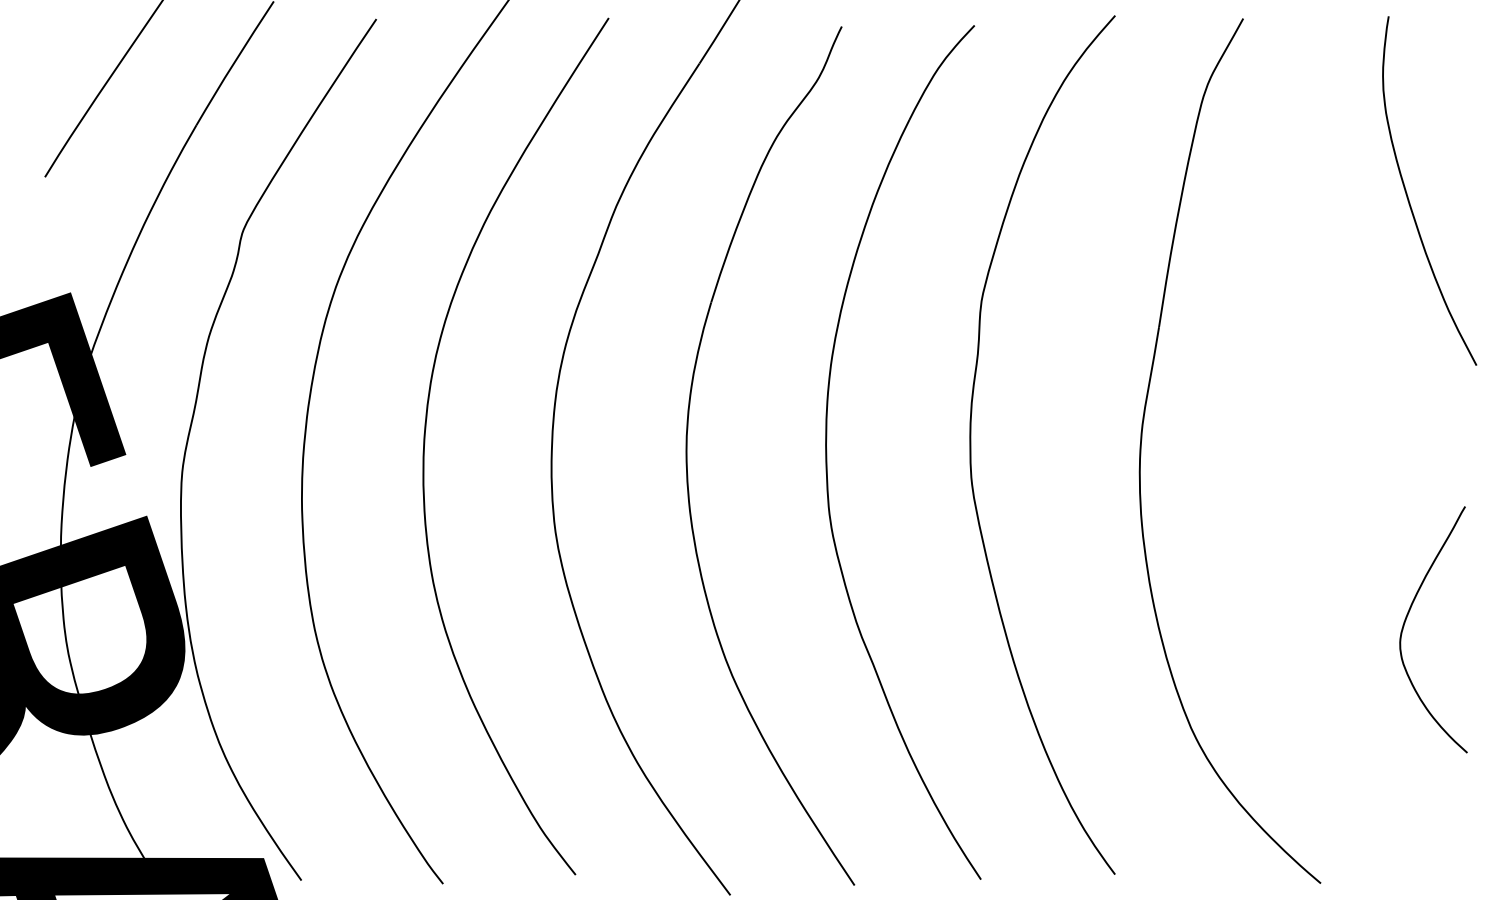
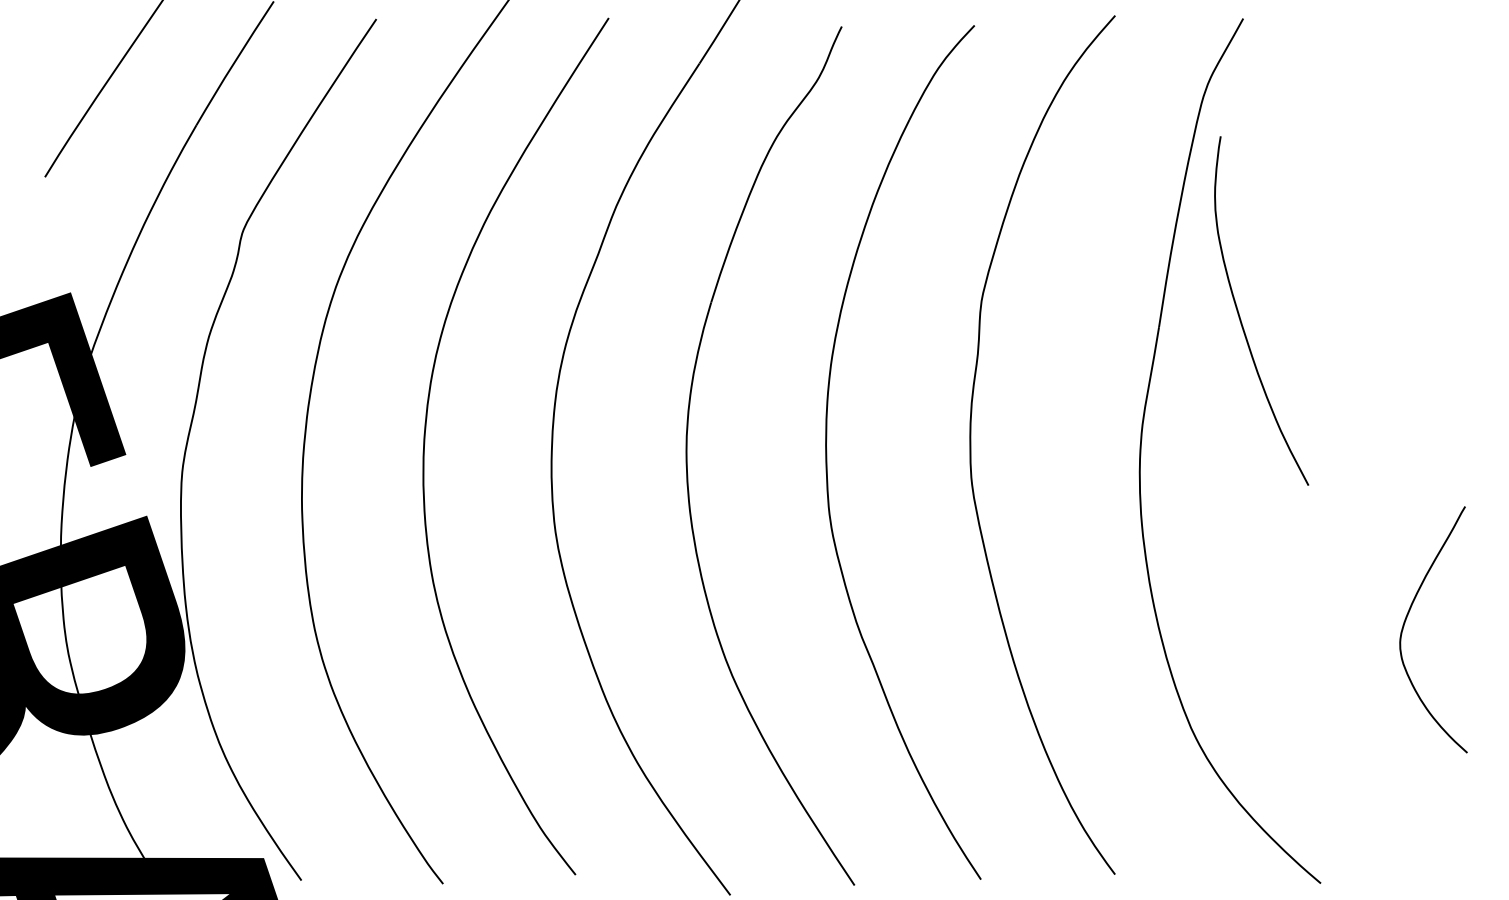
curve at (1408, 196) position: (1408, 196) -> (1240, 316)
